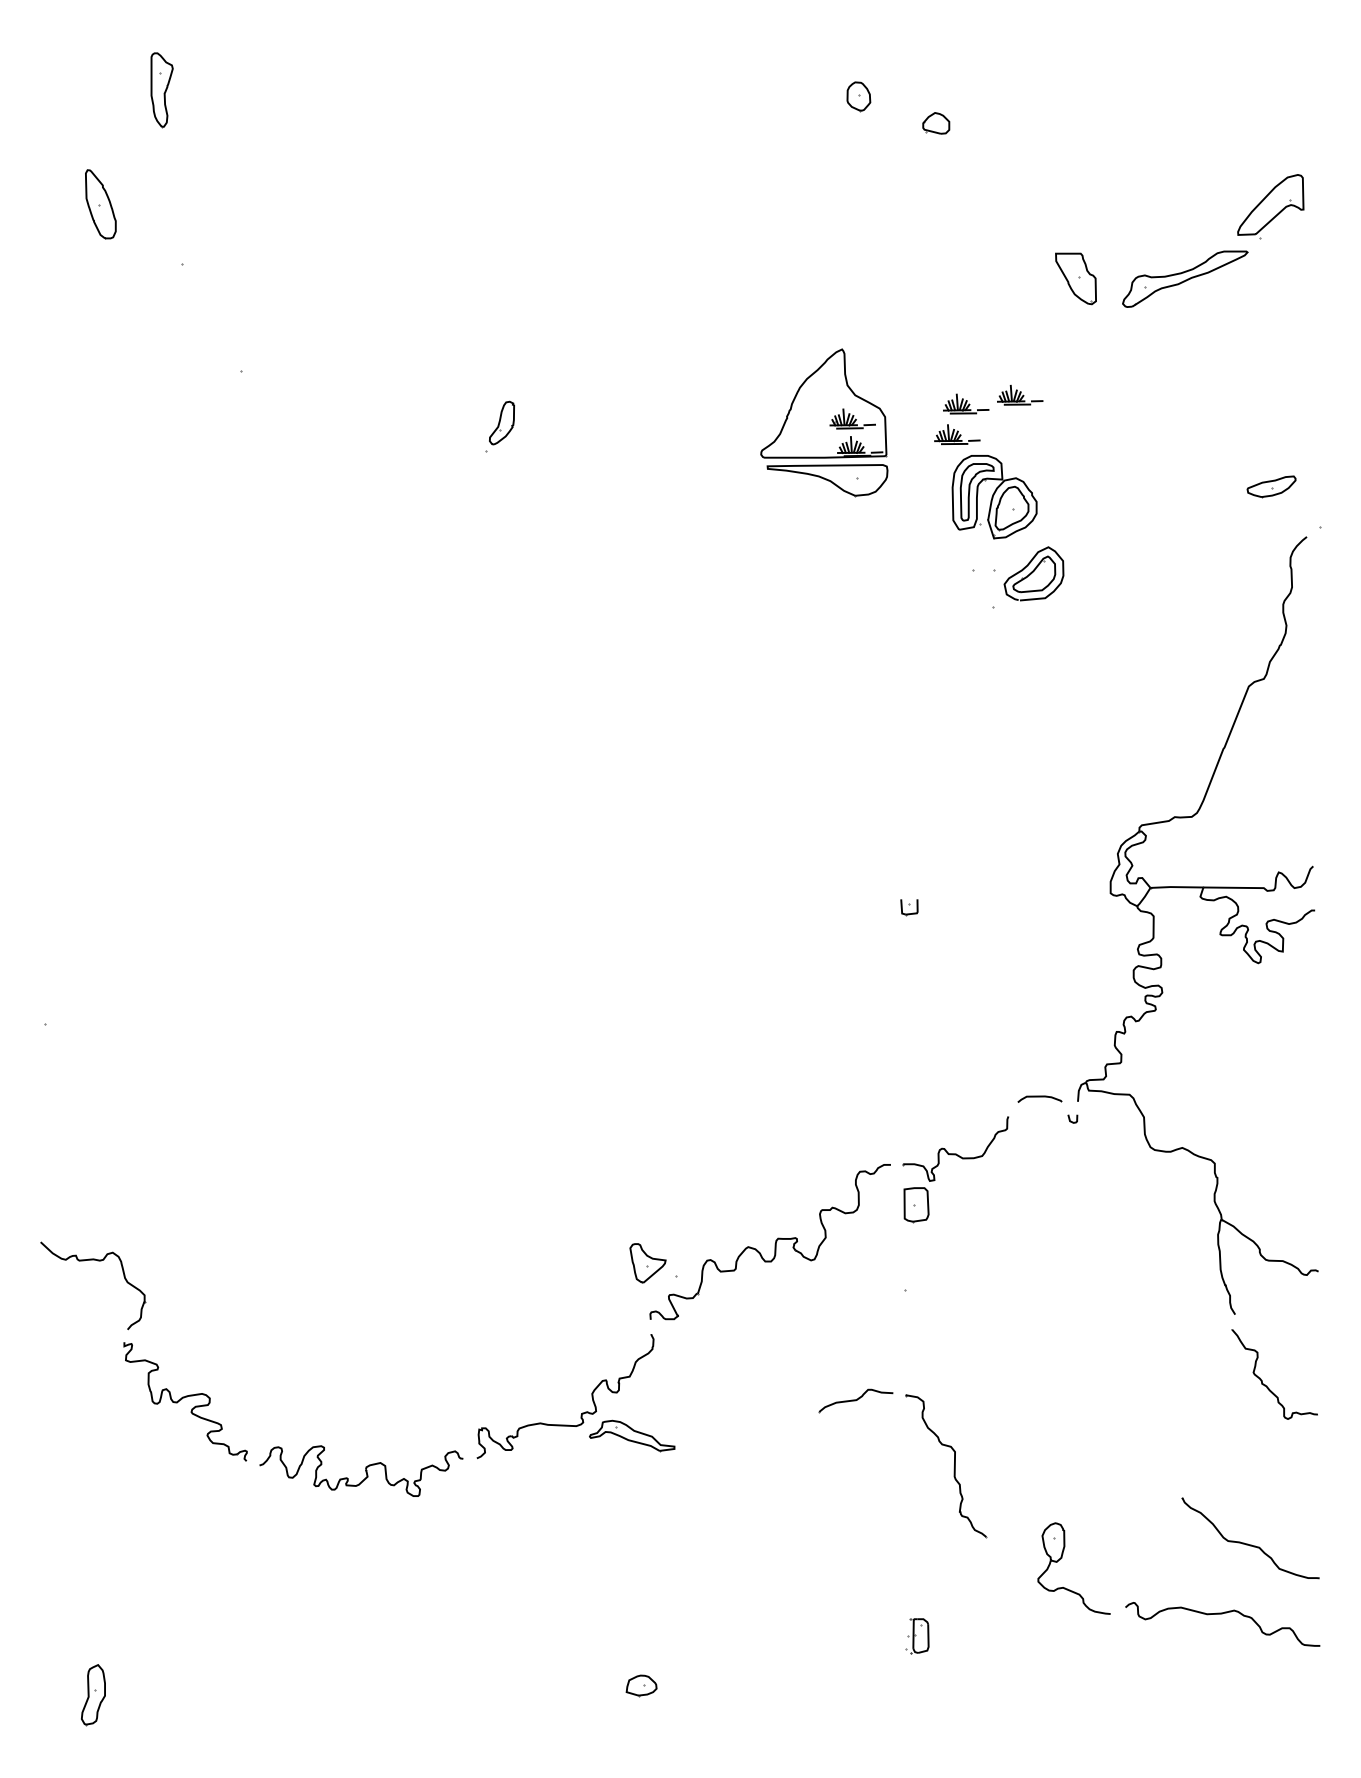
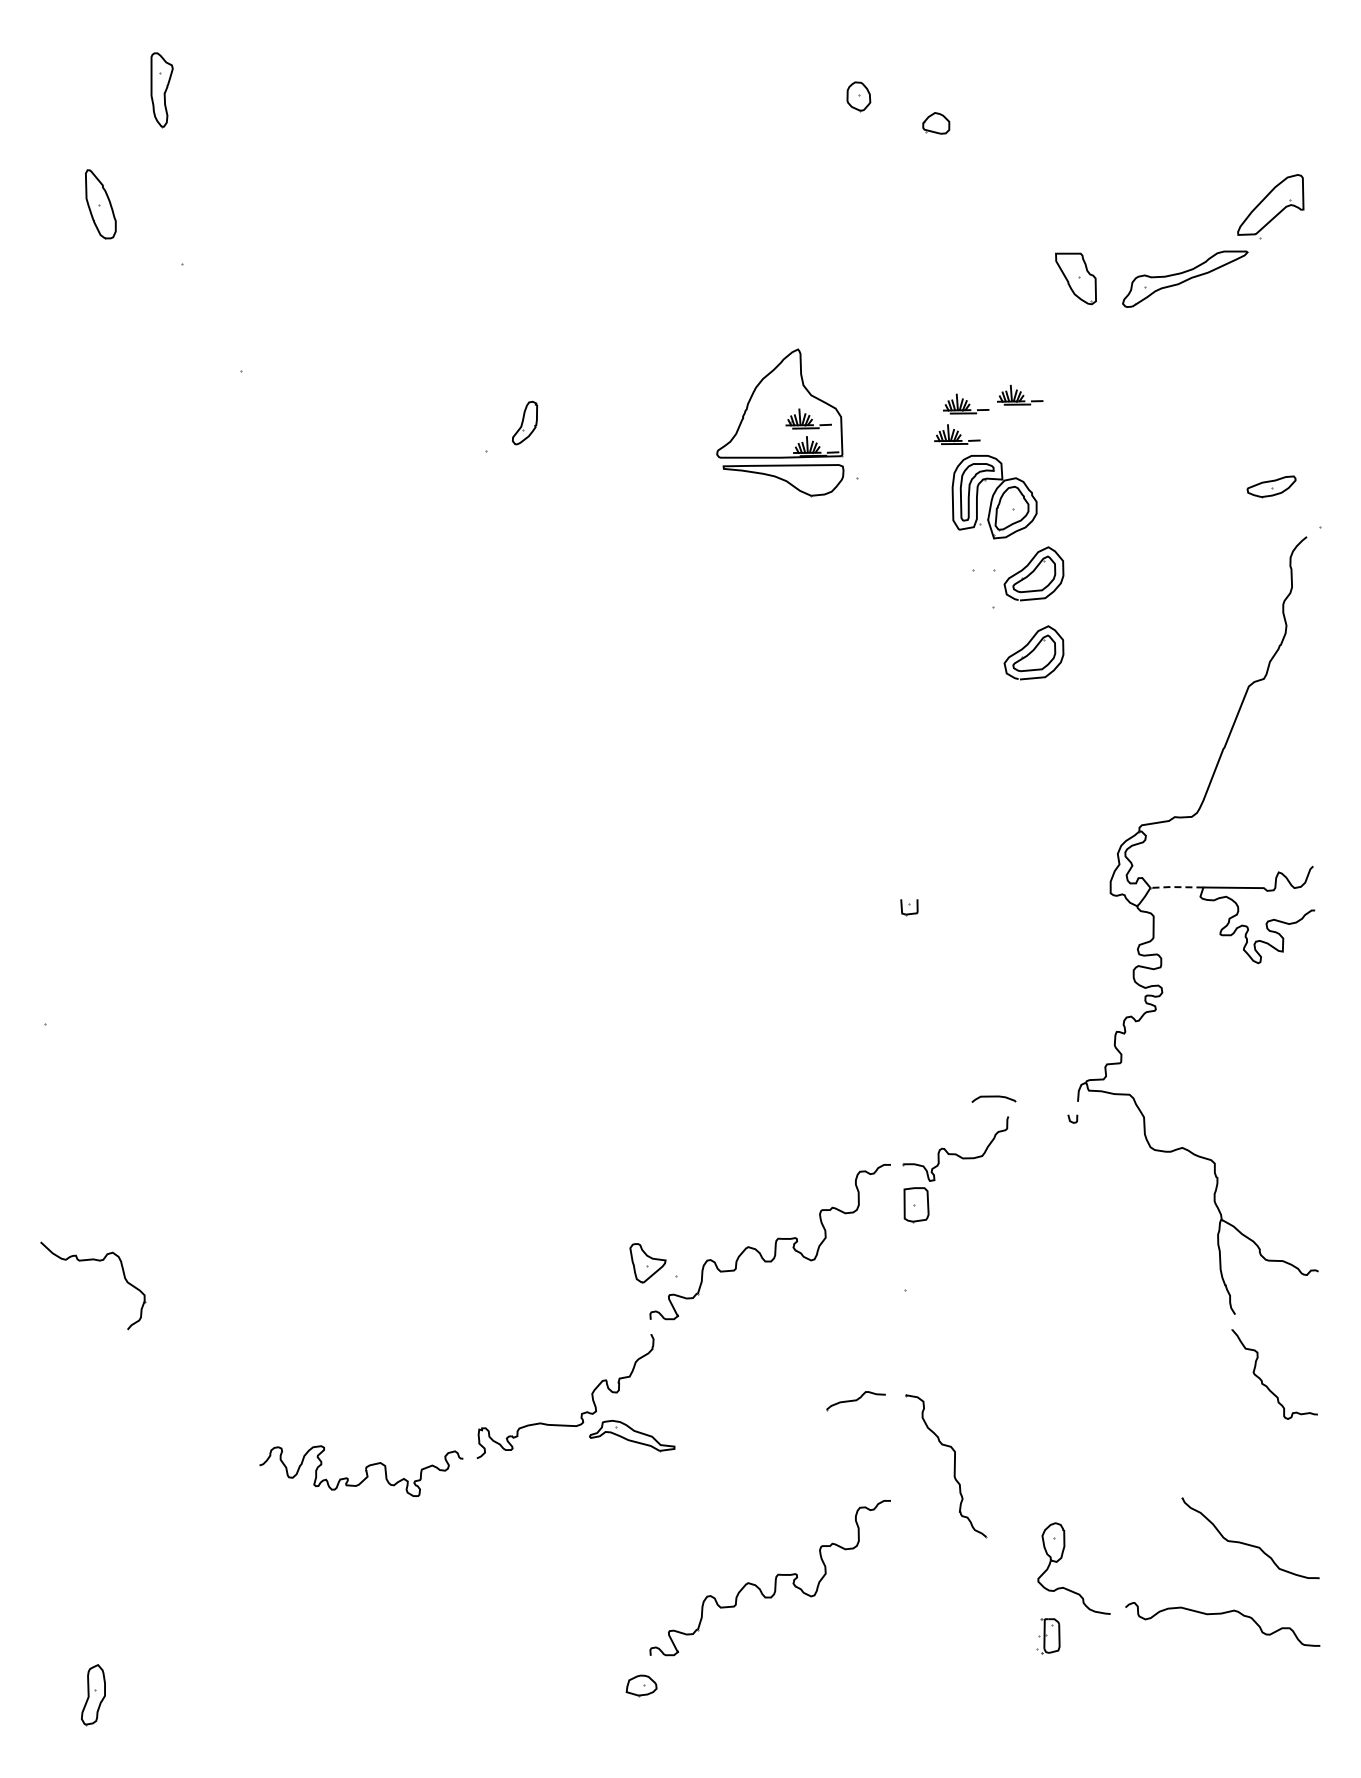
part at (501, 422) position: (501, 422) -> (524, 422)
part at (824, 422) position: (824, 422) -> (780, 422)
part at (1033, 652): none -> present
line at (1175, 887): solid -> dashed
curve at (1039, 1097) position: (1039, 1097) -> (993, 1097)
part at (855, 1400) size: 76x26 px -> 60x21 px
part at (185, 1401): present -> none
part at (769, 1578): none -> present
part at (917, 1636) position: (917, 1636) -> (1048, 1636)
